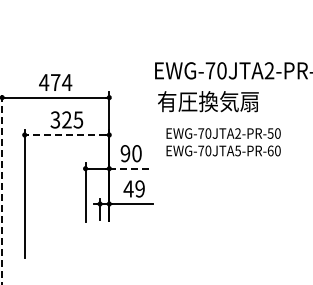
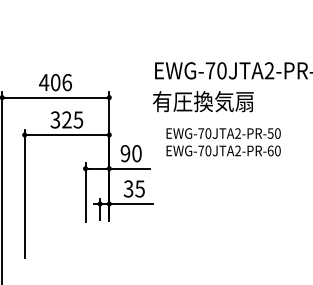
text at (61, 82): 474 -> 406
text at (208, 101) position: (208, 101) -> (203, 101)
line at (66, 135): dashed -> solid
text at (237, 150): EWG-70JTA5-PR-60 -> EWG-70JTA2-PR-60
line at (130, 168): dashed -> solid
line at (2, 187): dashed -> solid
text at (133, 188): 49 -> 35
